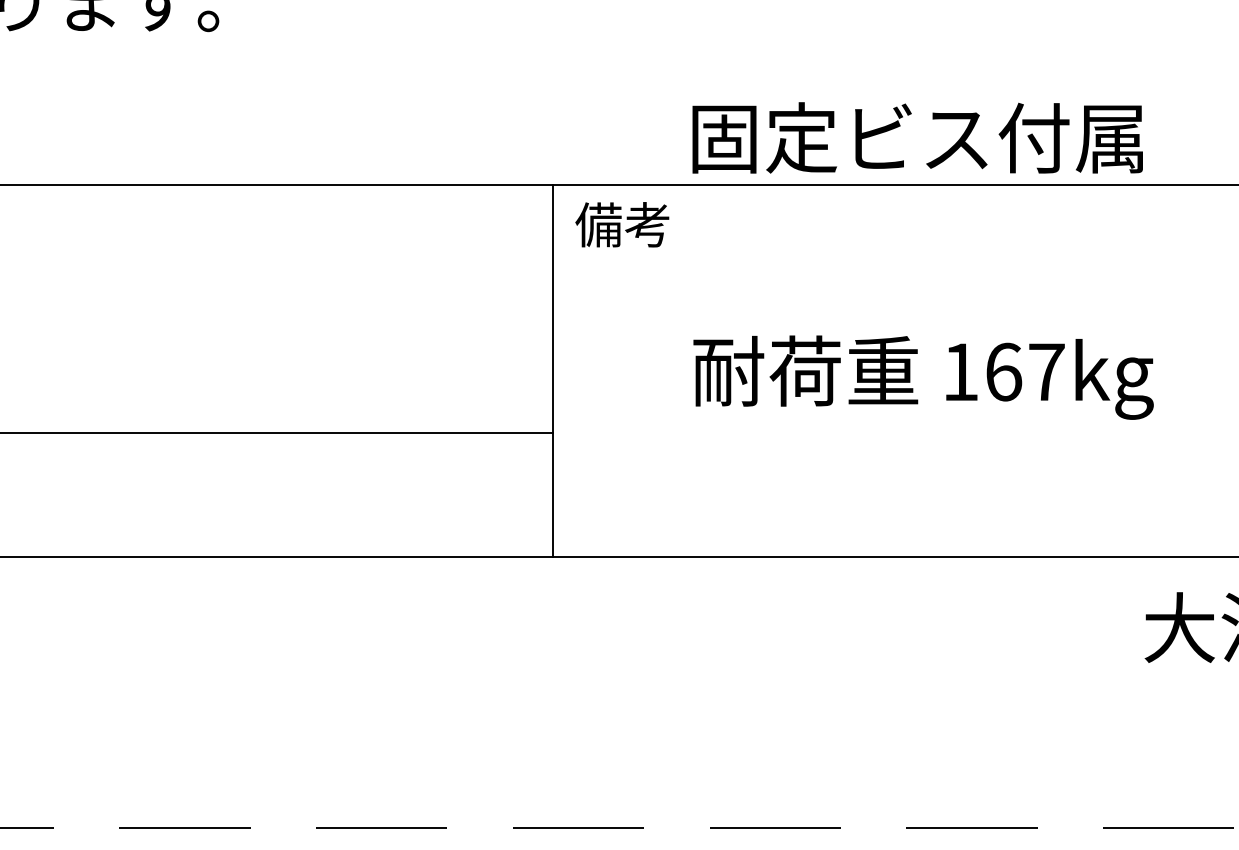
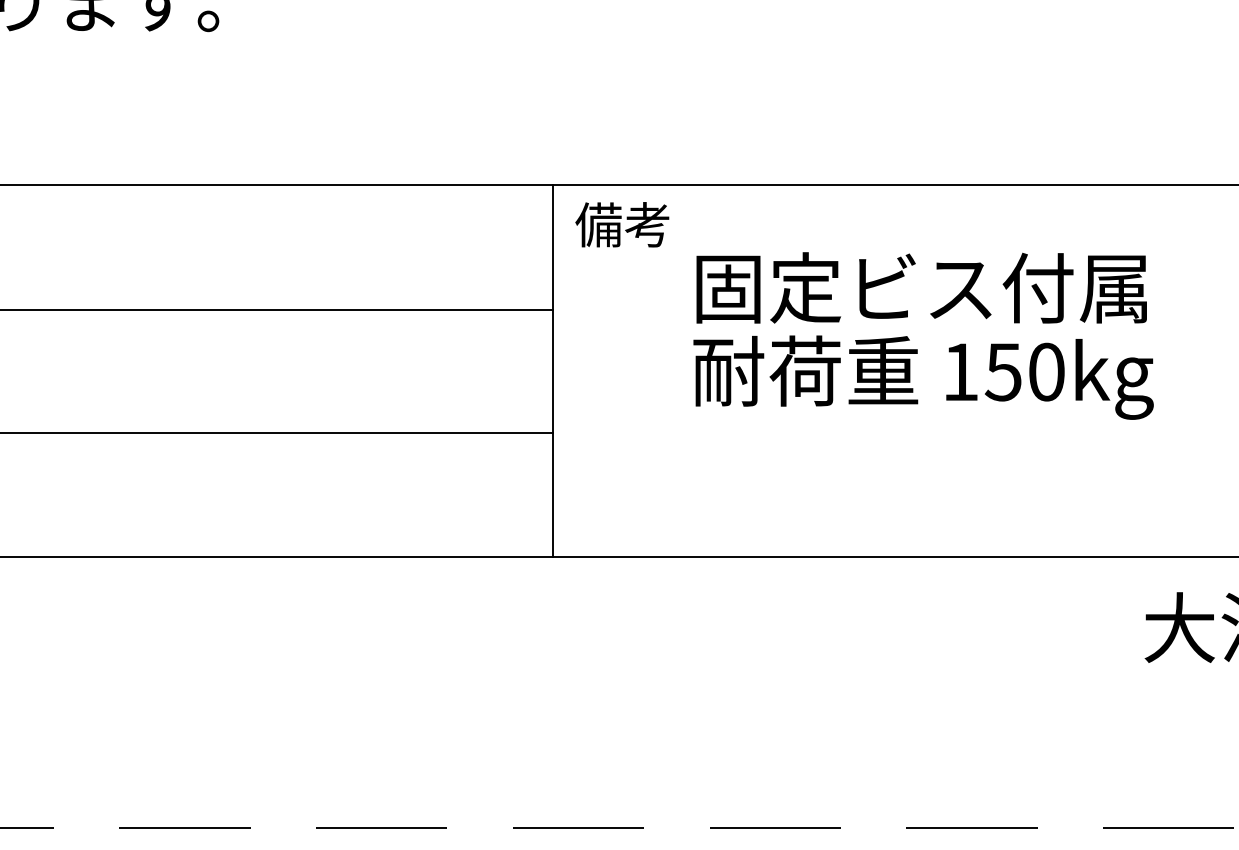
text at (917, 137) position: (917, 137) -> (921, 287)
line at (277, 309): none -> present
text at (1024, 371): 167kg -> 150kg
